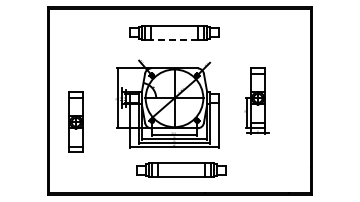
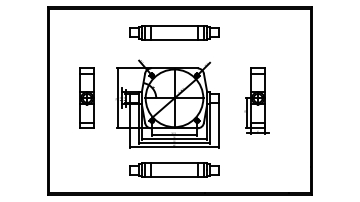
line at (174, 39): dashed -> solid
part at (75, 121) position: (75, 121) -> (86, 97)
part at (181, 169) position: (181, 169) -> (174, 169)
